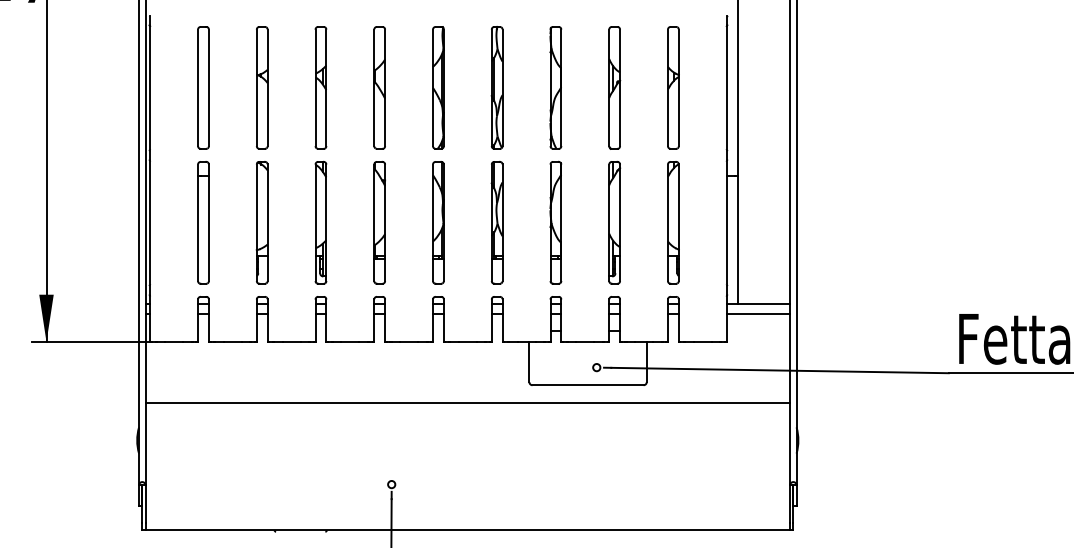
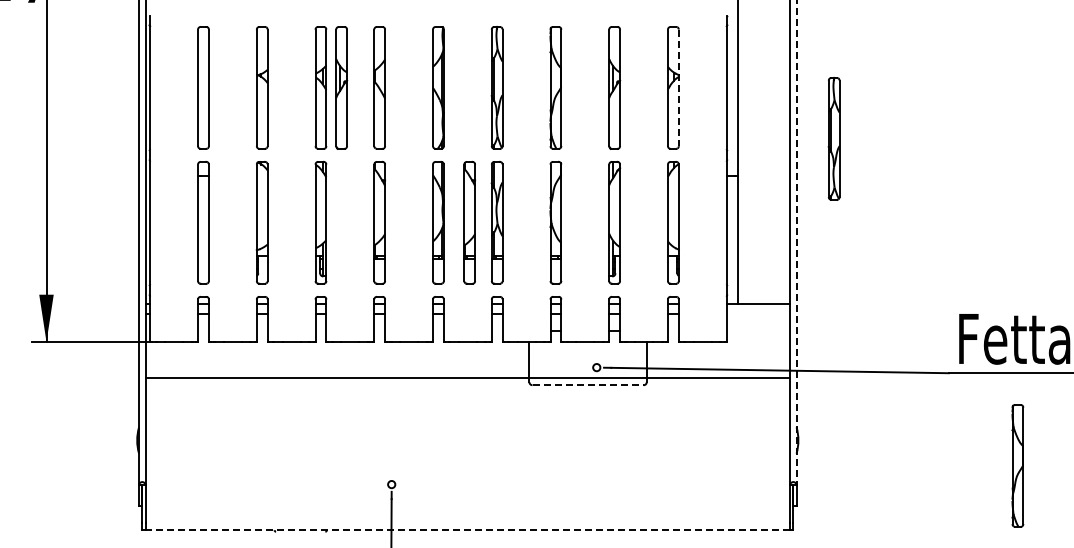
part at (341, 87): none -> present
line at (678, 88): solid -> dashed
part at (833, 138): none -> present
part at (469, 222): none -> present
line at (796, 243): solid -> dashed
line at (758, 313): present -> none
line at (588, 385): solid -> dashed
line at (467, 402) position: (467, 402) -> (467, 377)
part at (1017, 465): none -> present
line at (467, 529): solid -> dashed
